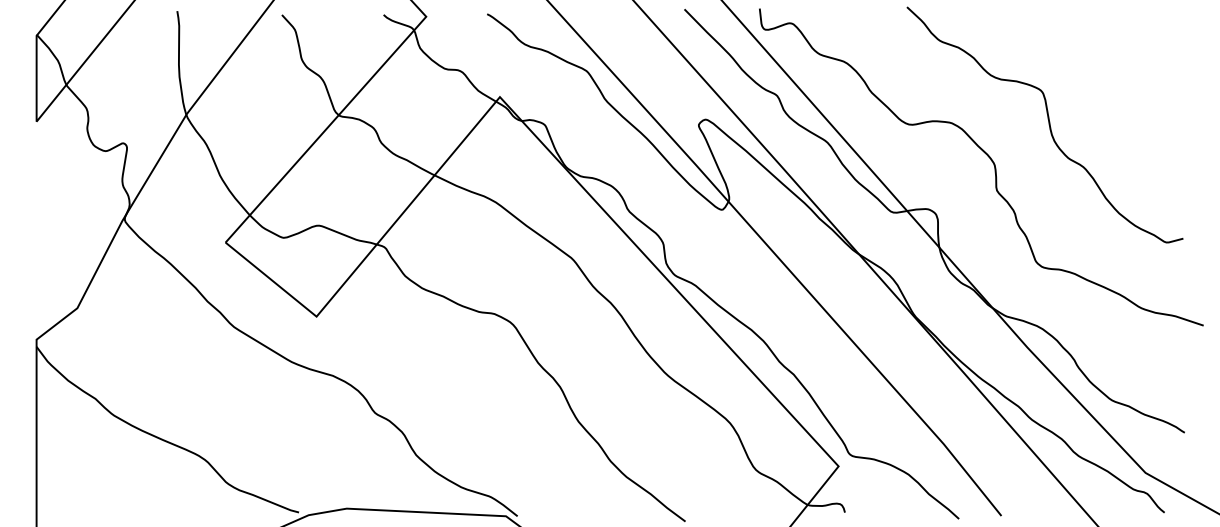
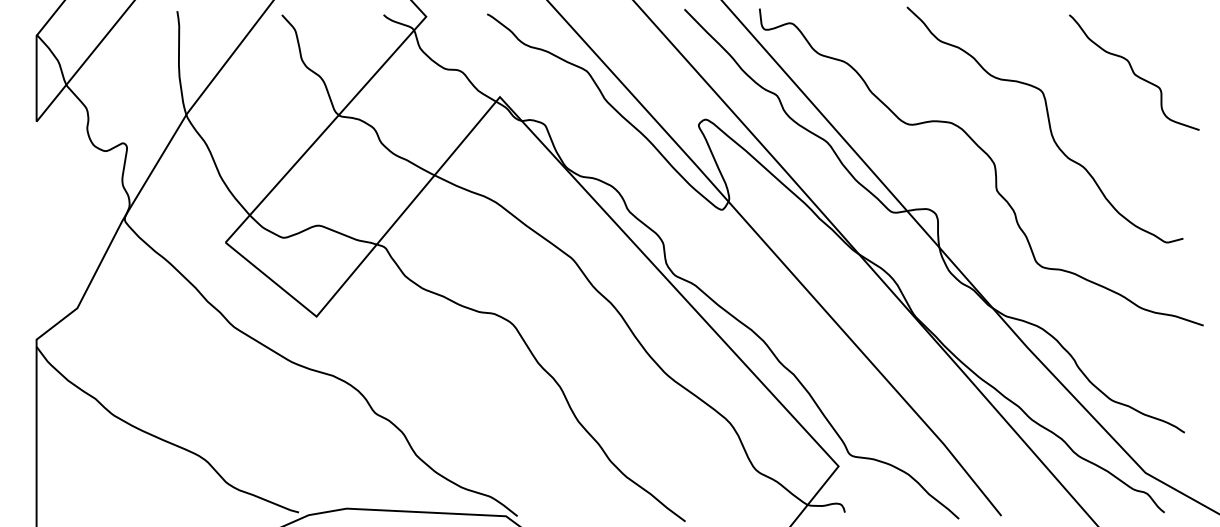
curve at (1134, 72): none -> present
